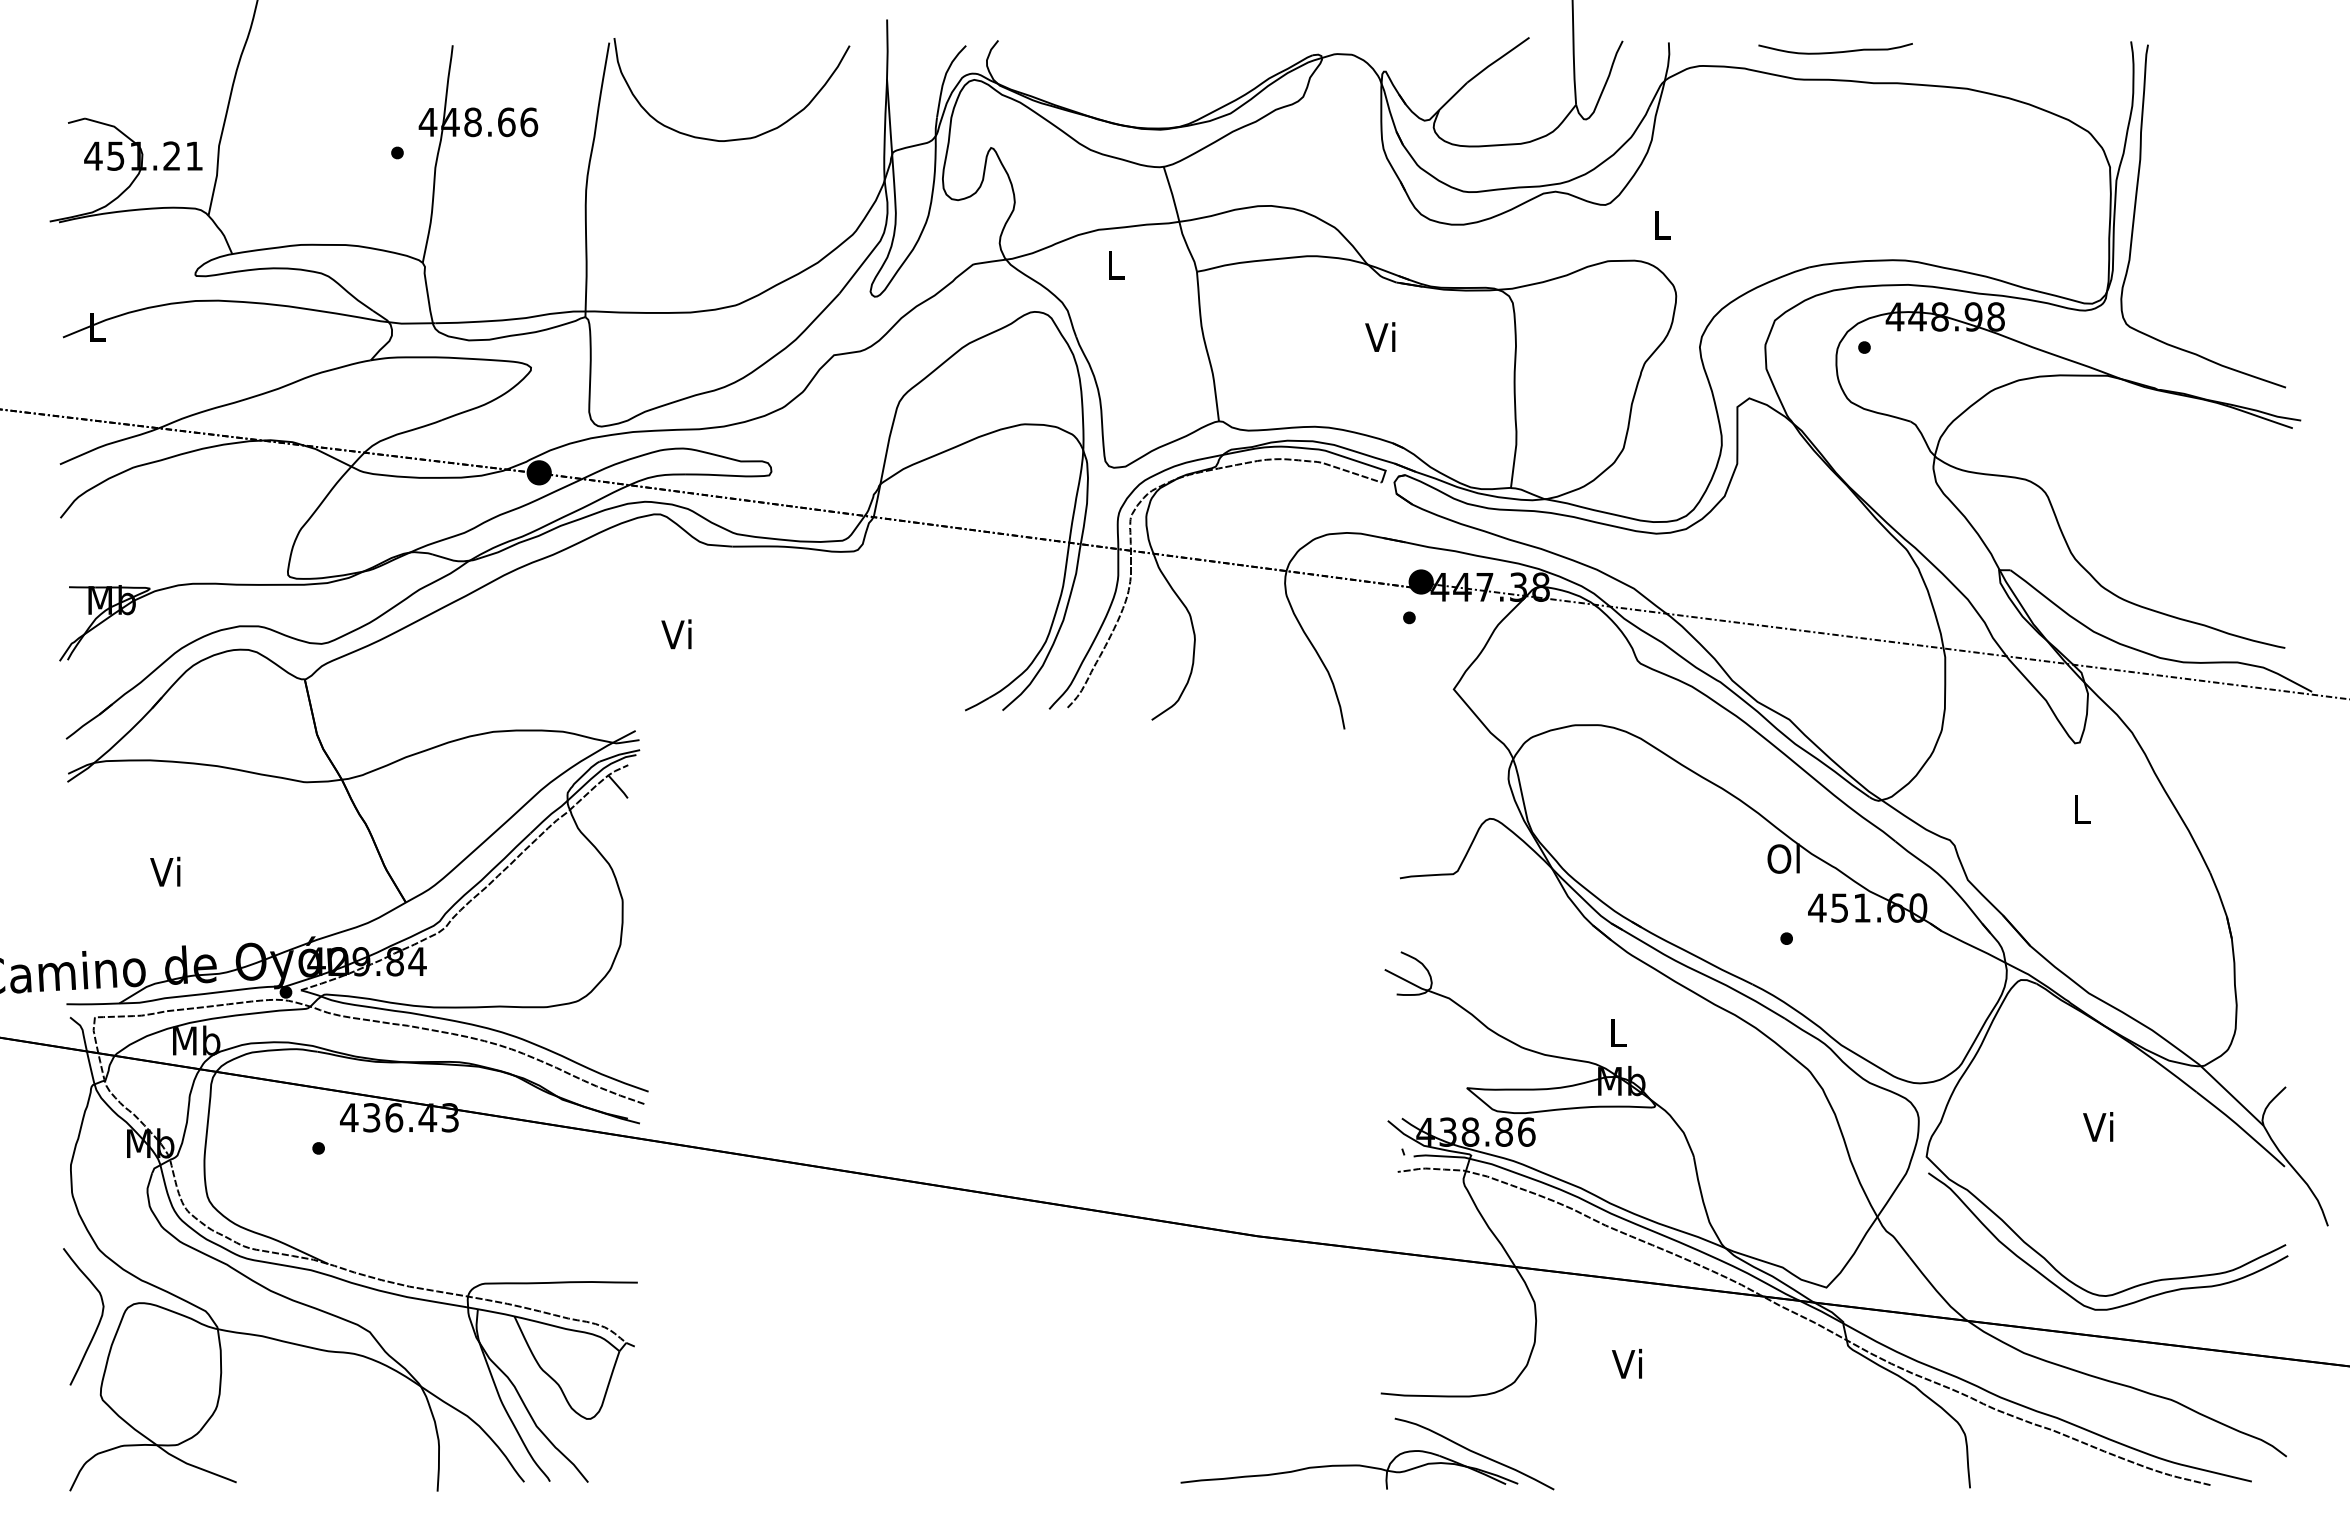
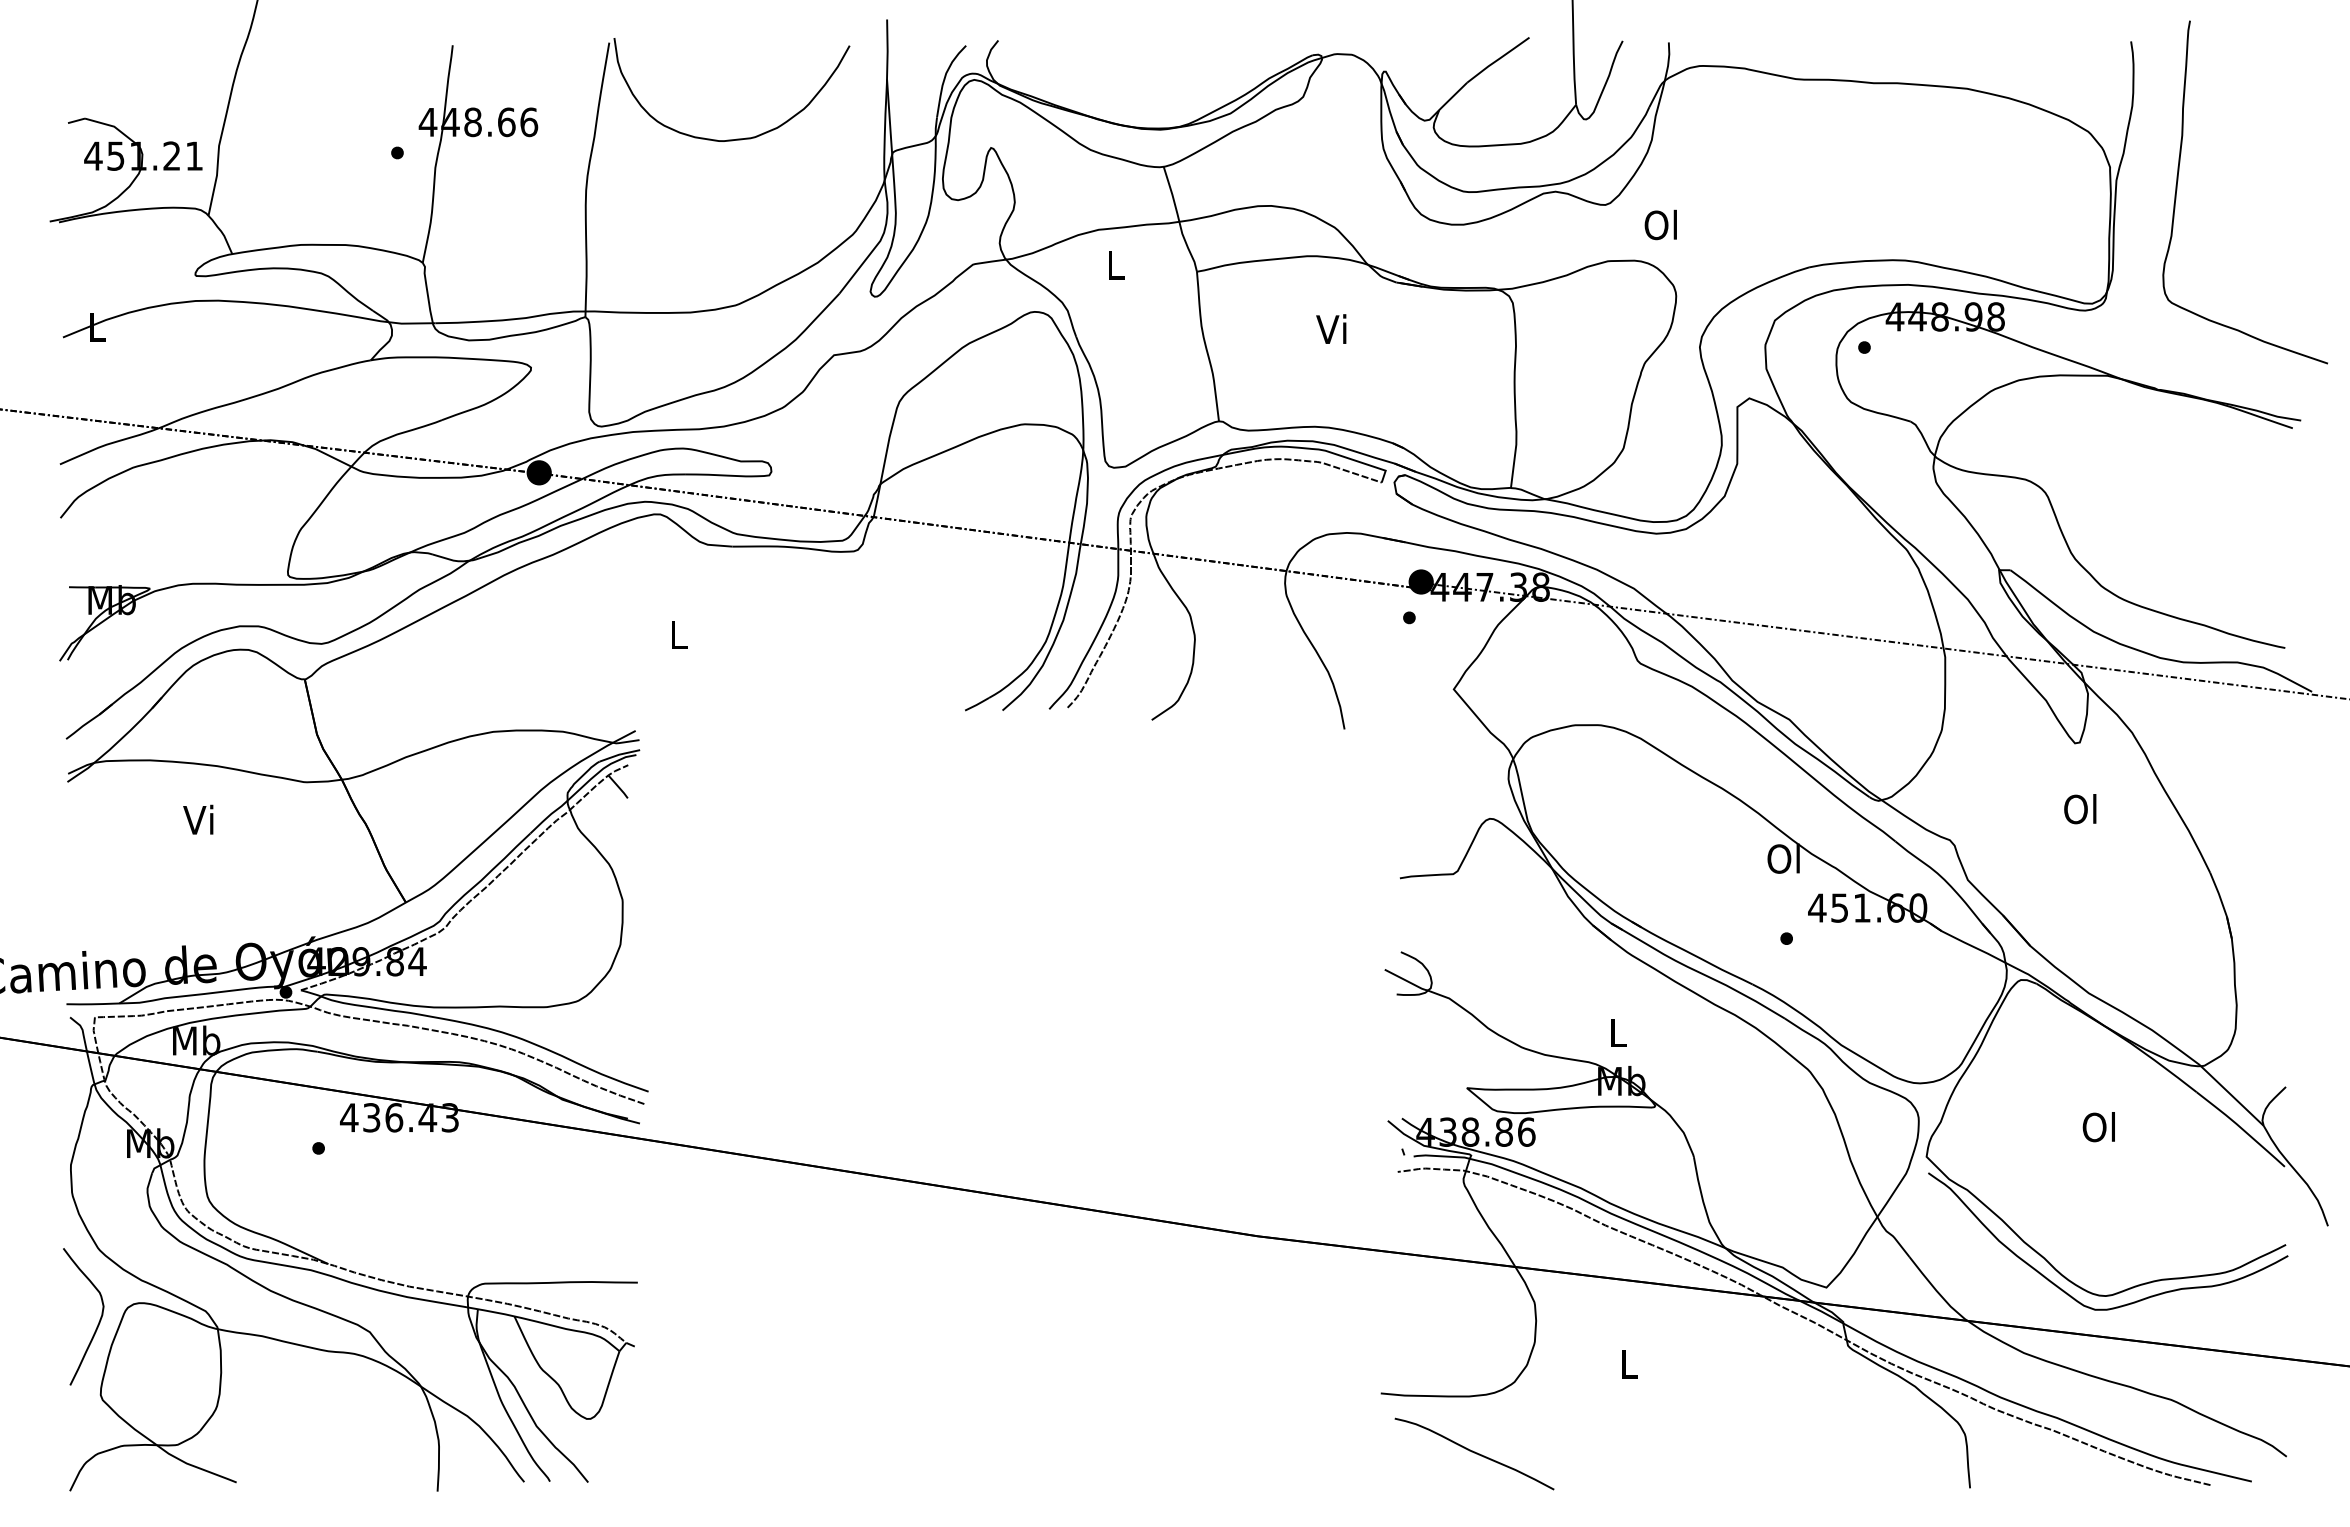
curve at (1835, 51): present -> none
curve at (2136, 205) position: (2136, 205) -> (2178, 181)
text at (1660, 224): L -> Ol
text at (1380, 336) position: (1380, 336) -> (1331, 328)
text at (676, 634): Vi -> L
text at (2080, 809): L -> Ol
text at (165, 871) position: (165, 871) -> (198, 819)
text at (2098, 1127): Vi -> Ol
text at (1627, 1363): Vi -> L
part at (1349, 1469): present -> none
